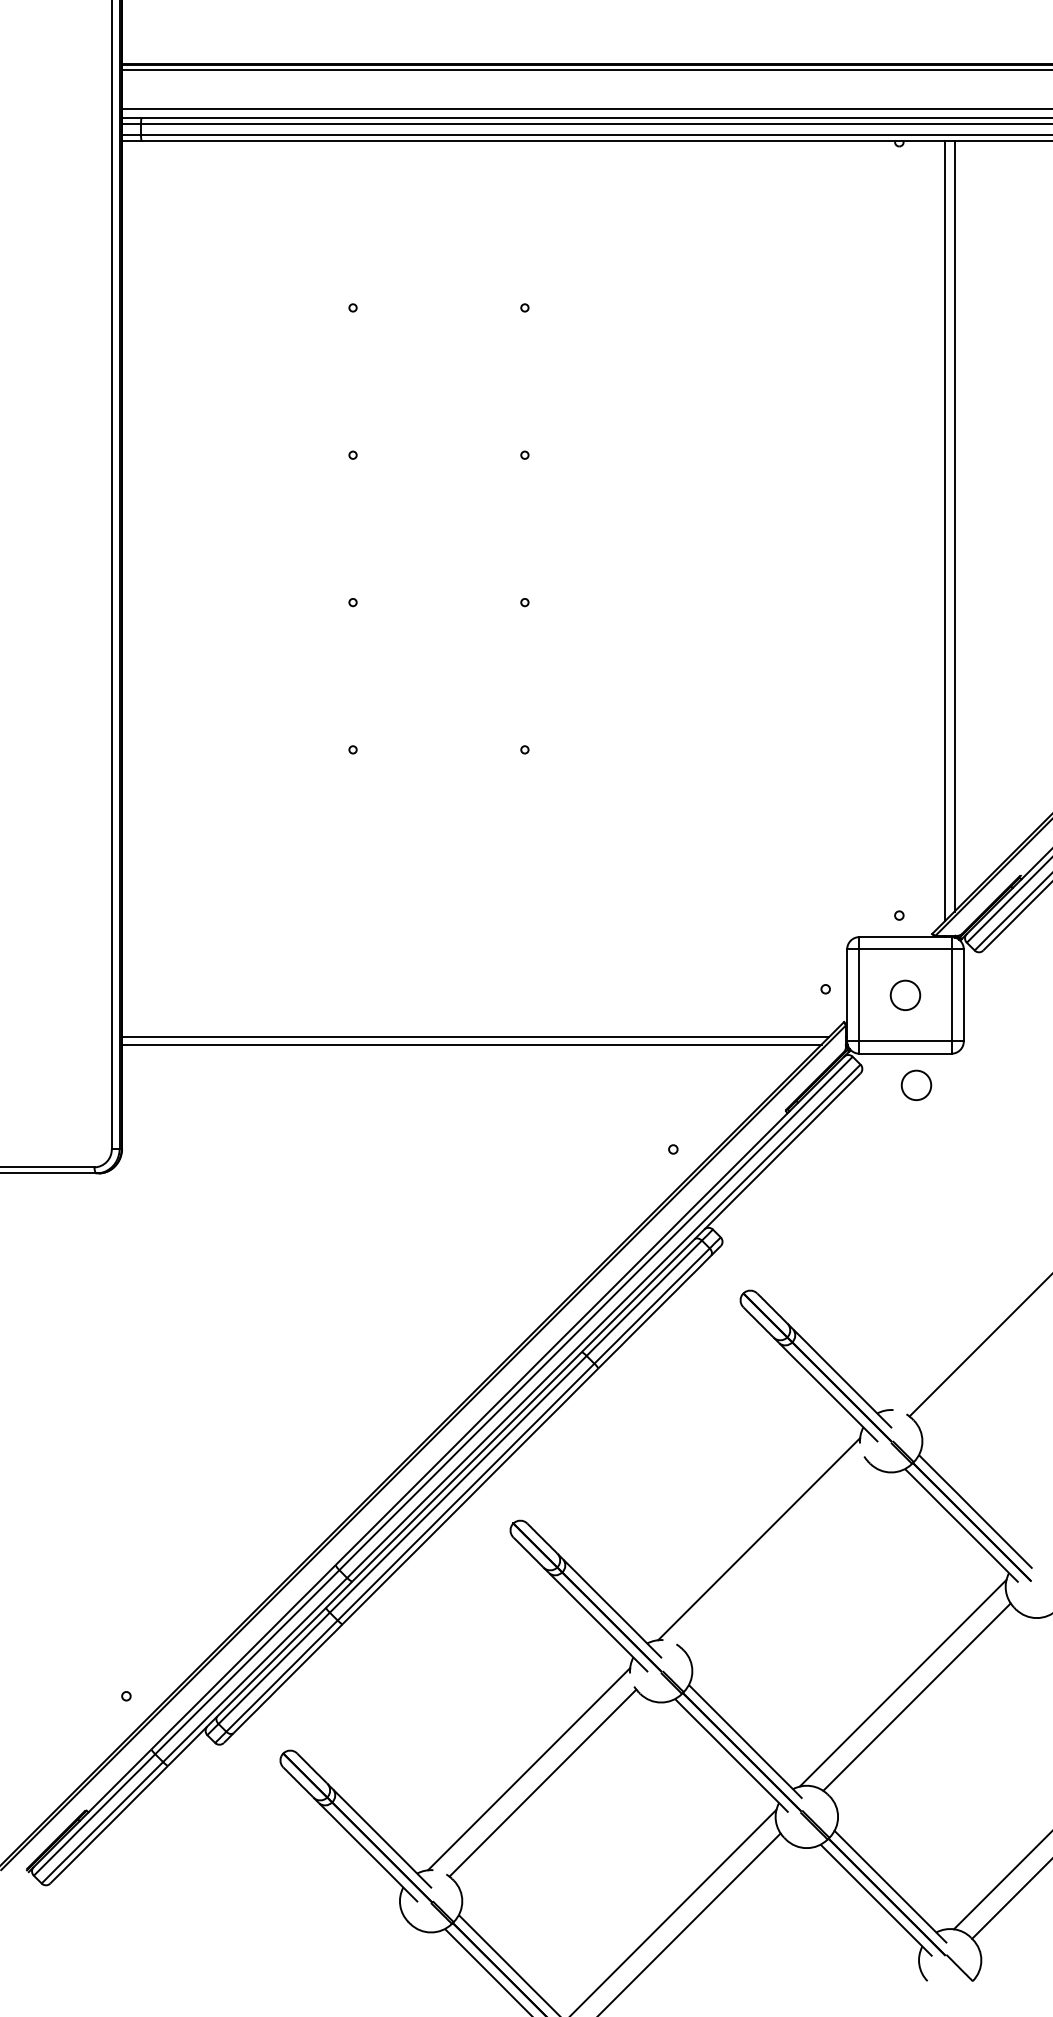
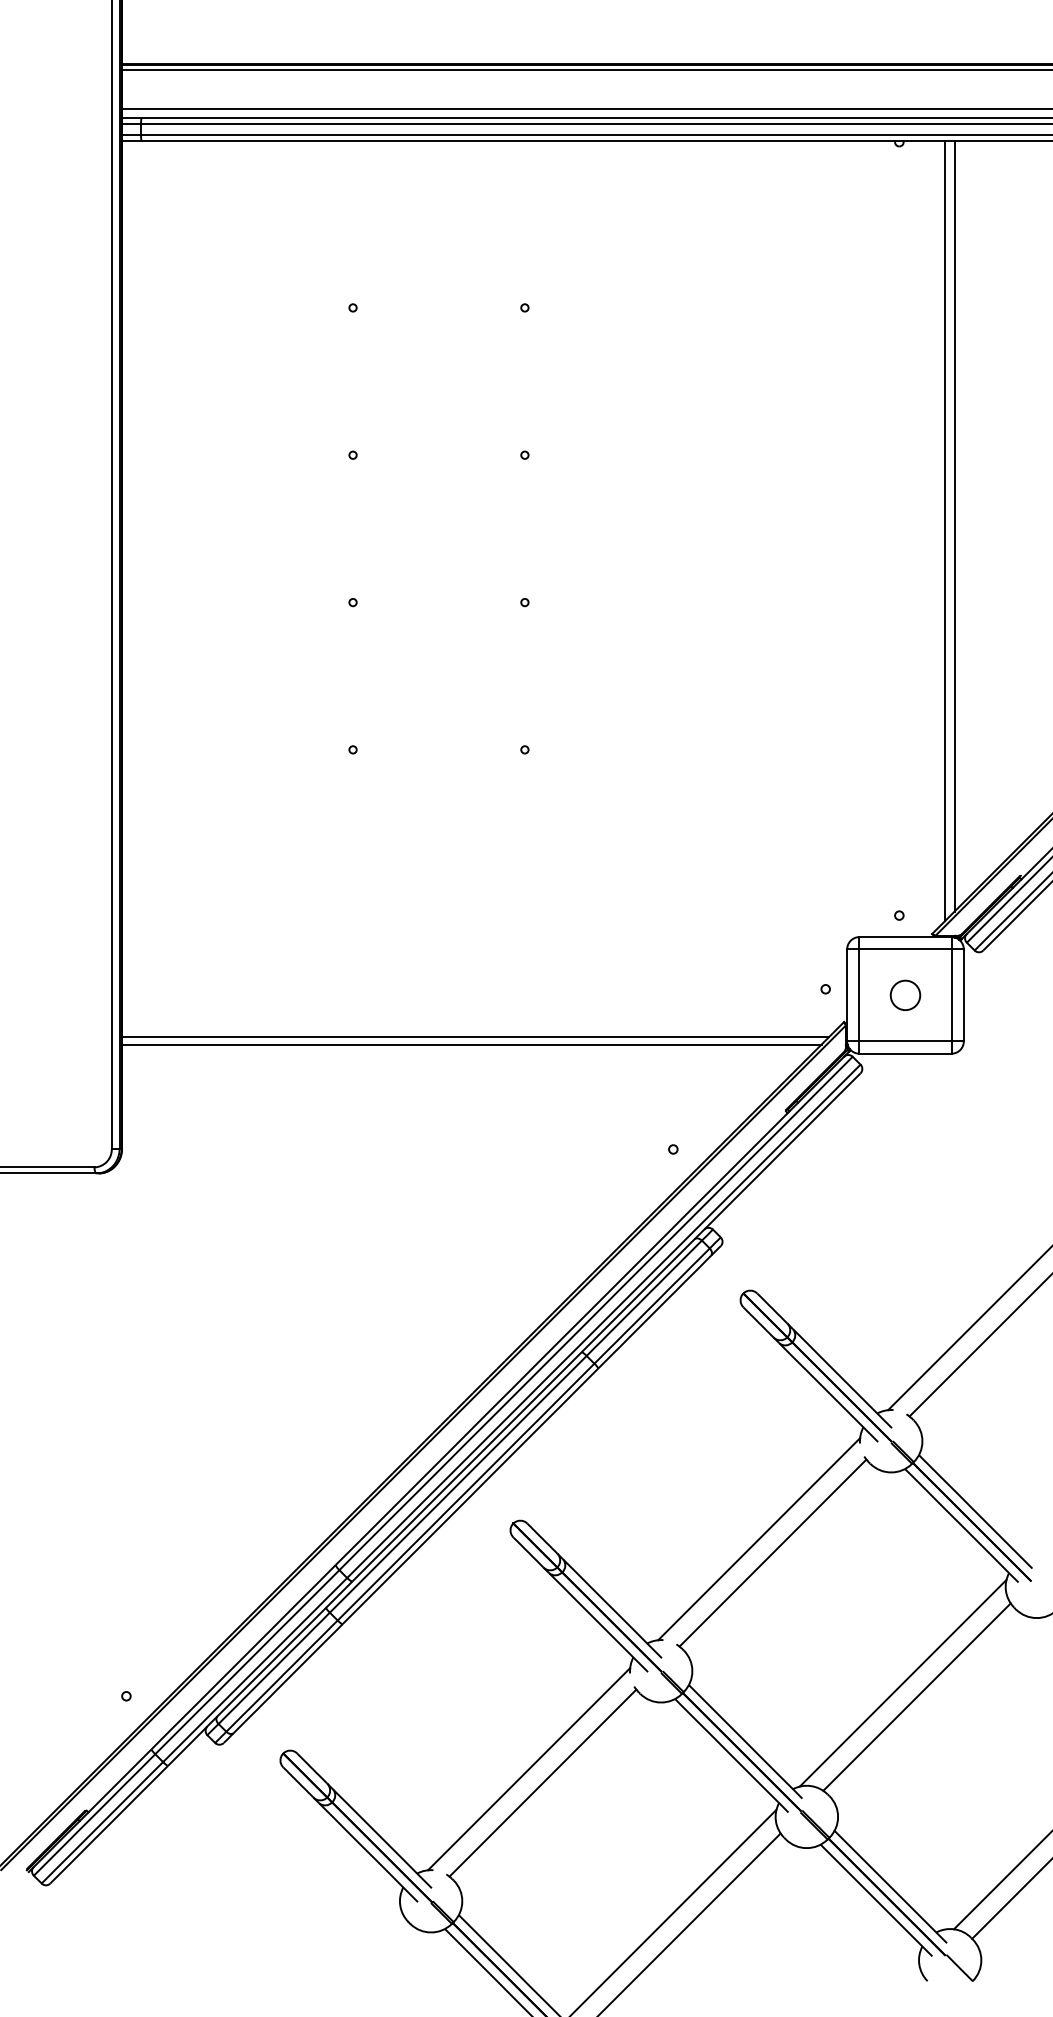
circle at (916, 1084): present -> none
line at (968, 1329): none -> present
line at (772, 1552): none -> present
